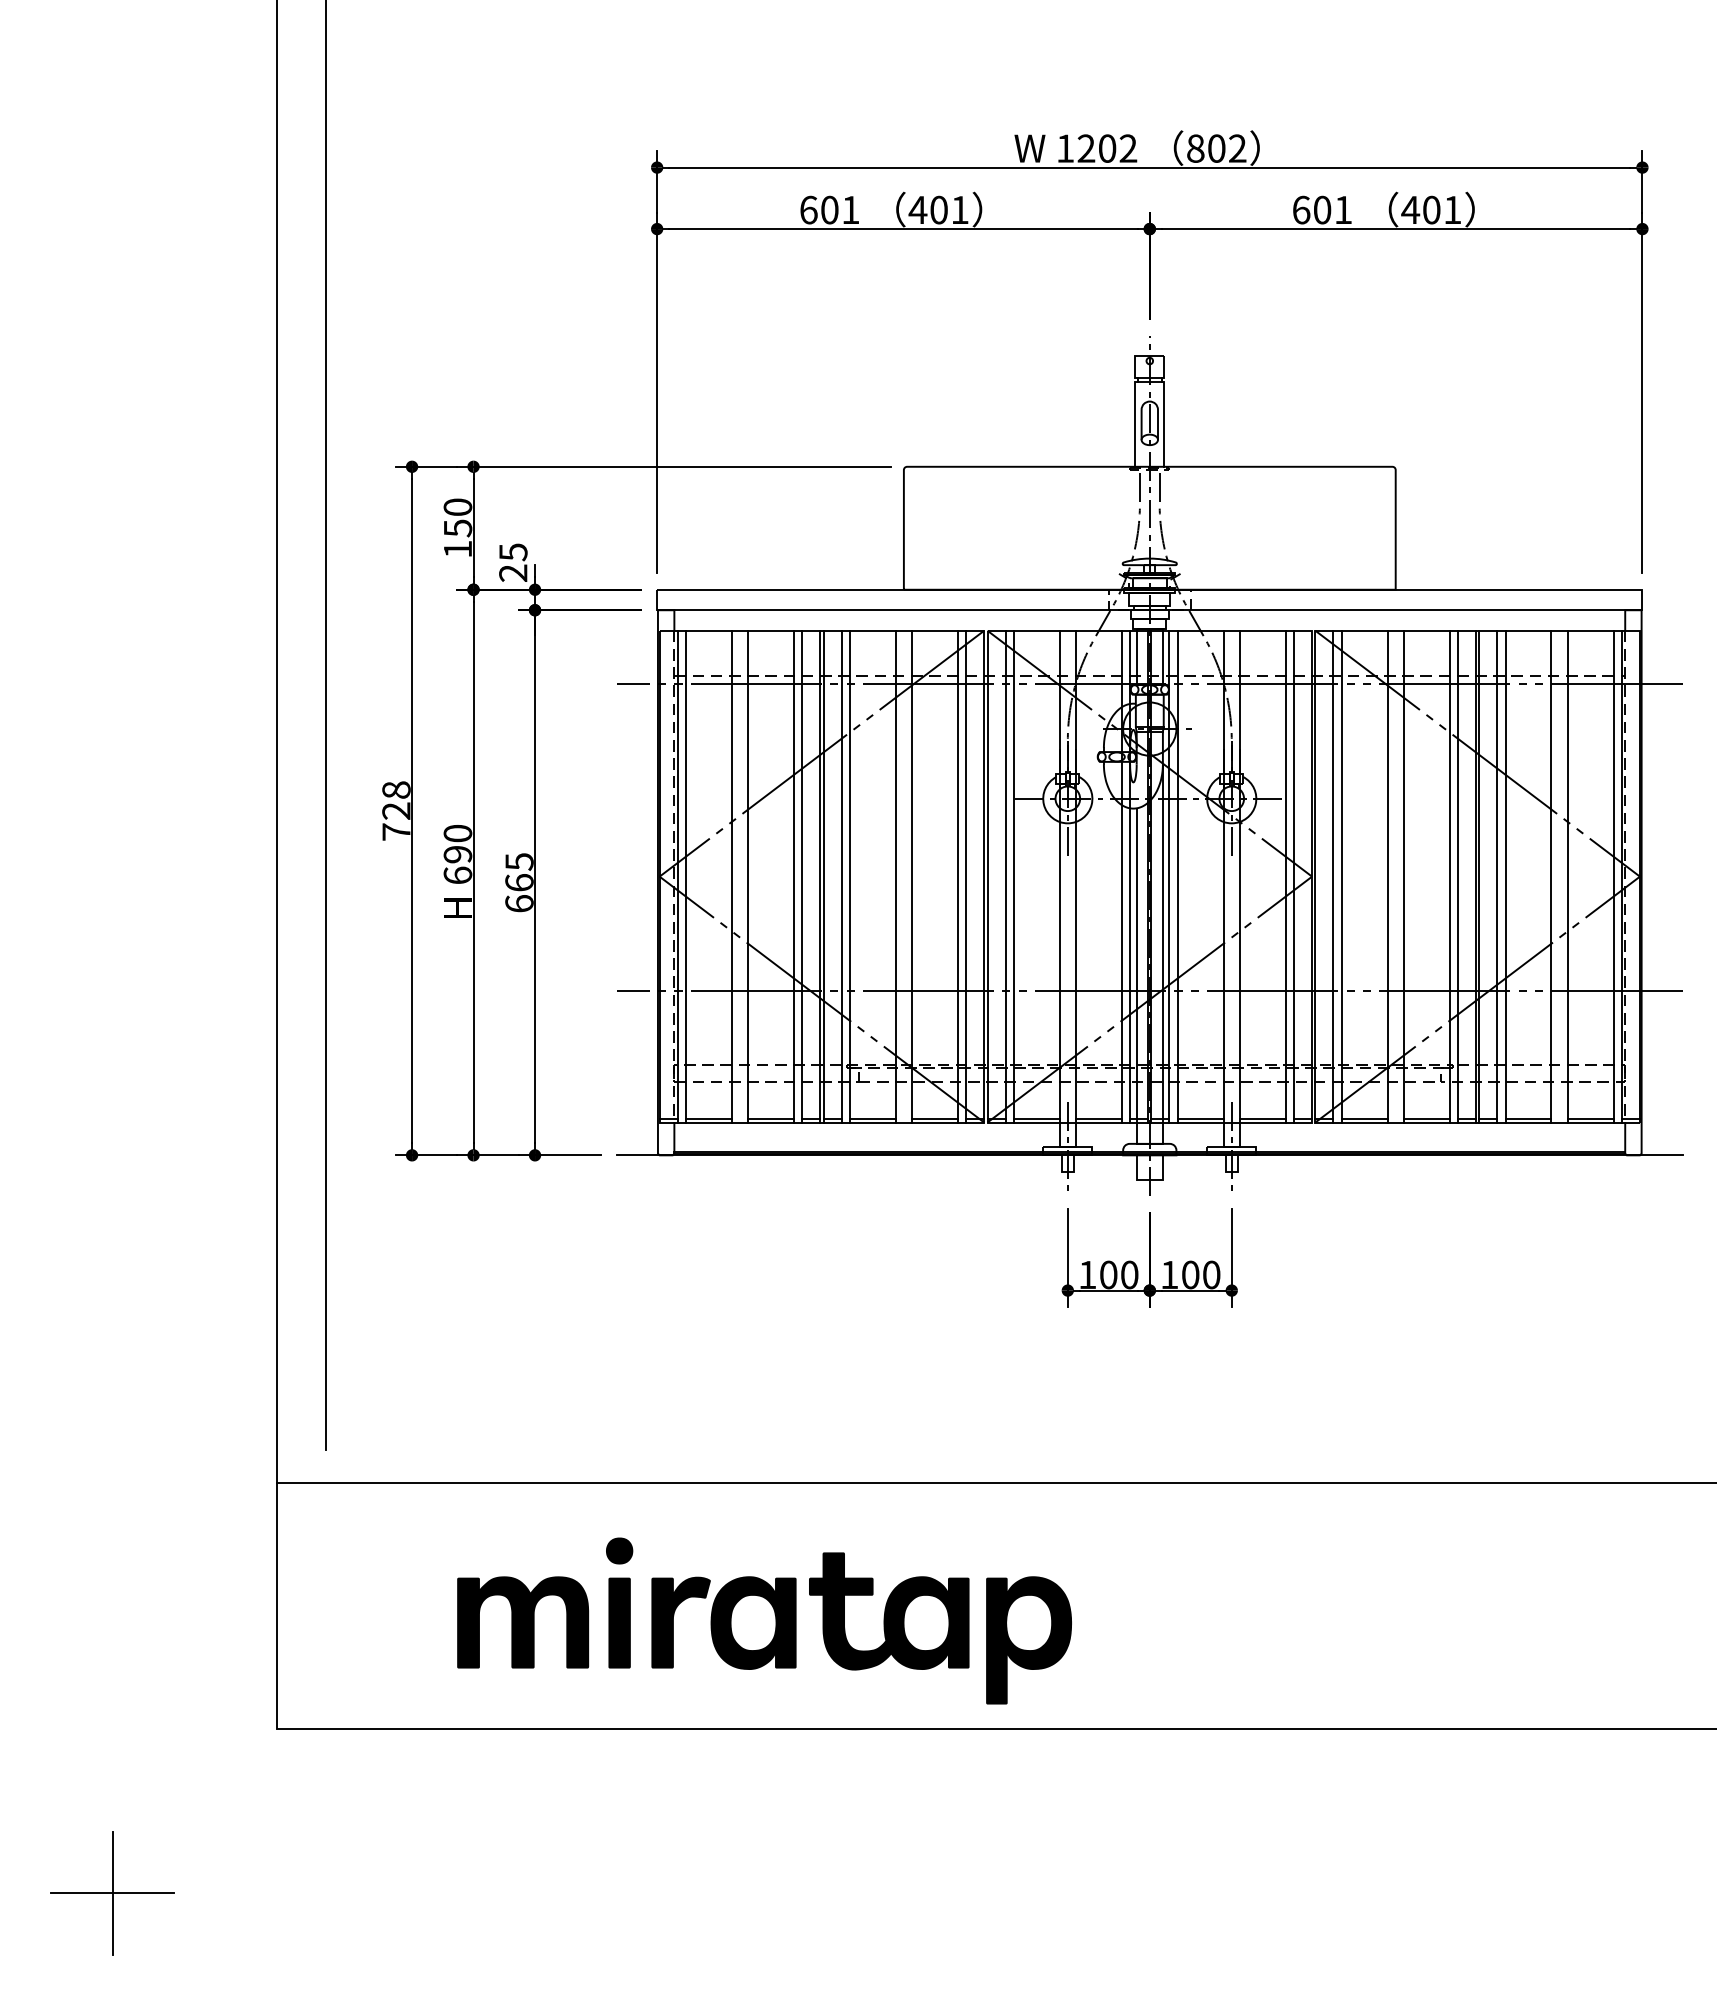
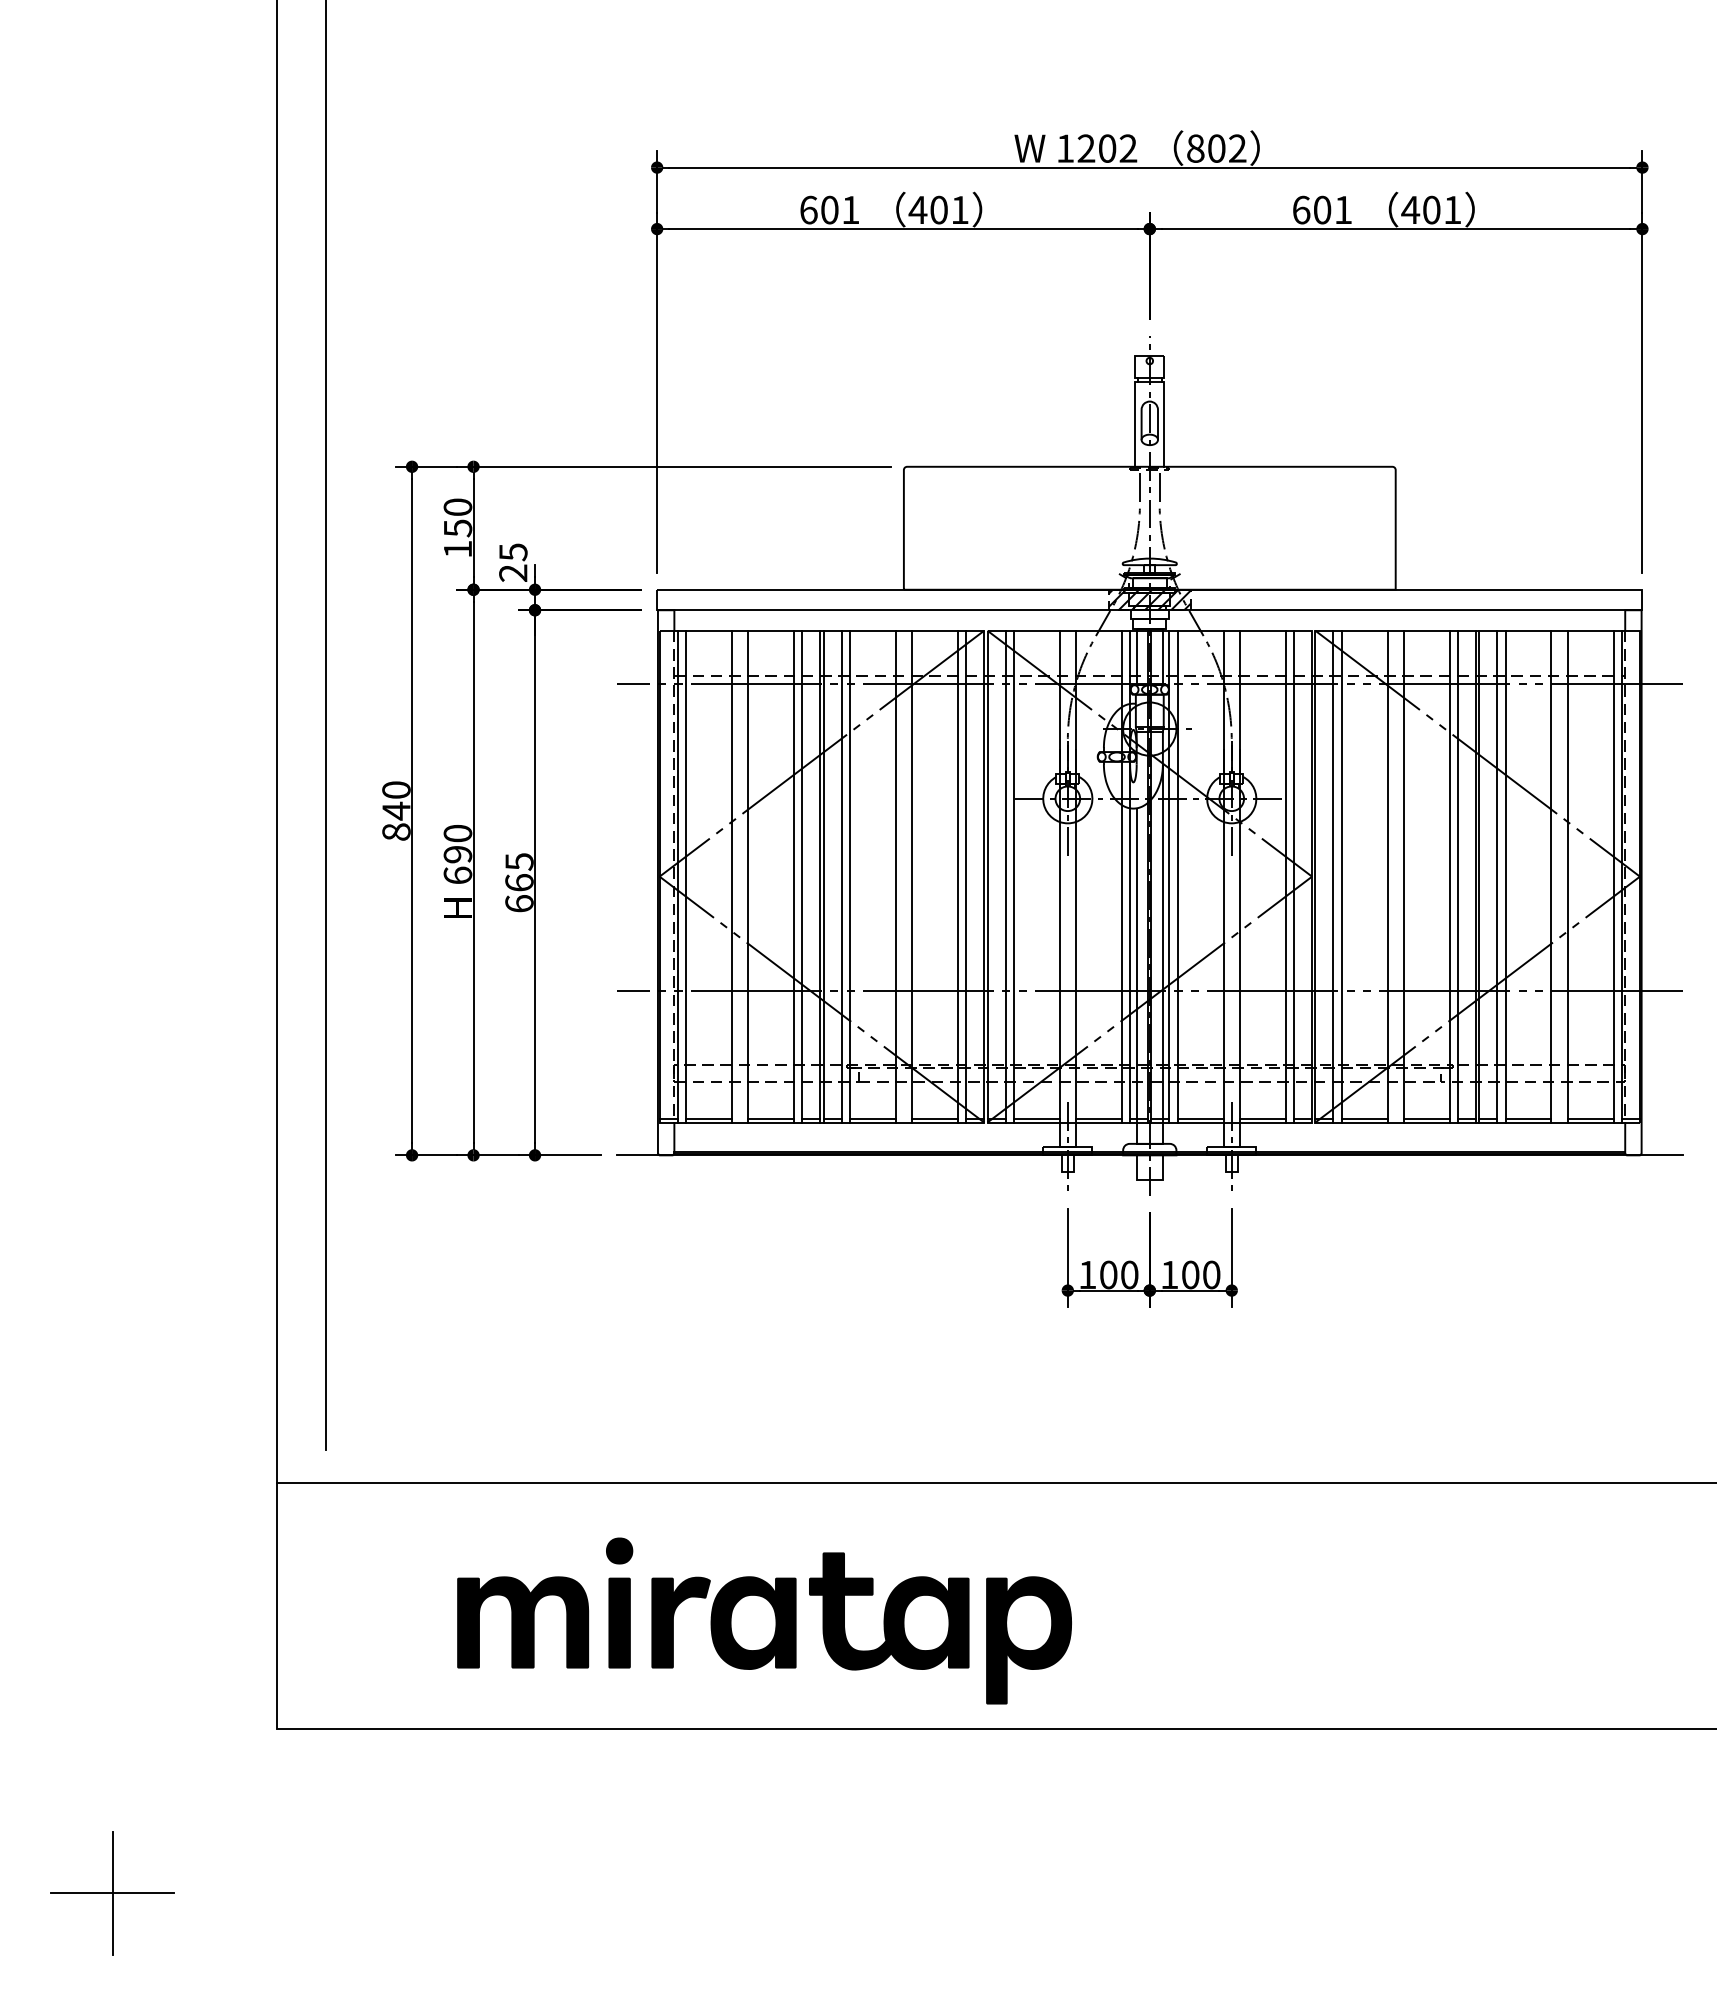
hatch at (1149, 599): none -> present
text at (396, 810): 728 -> 840
